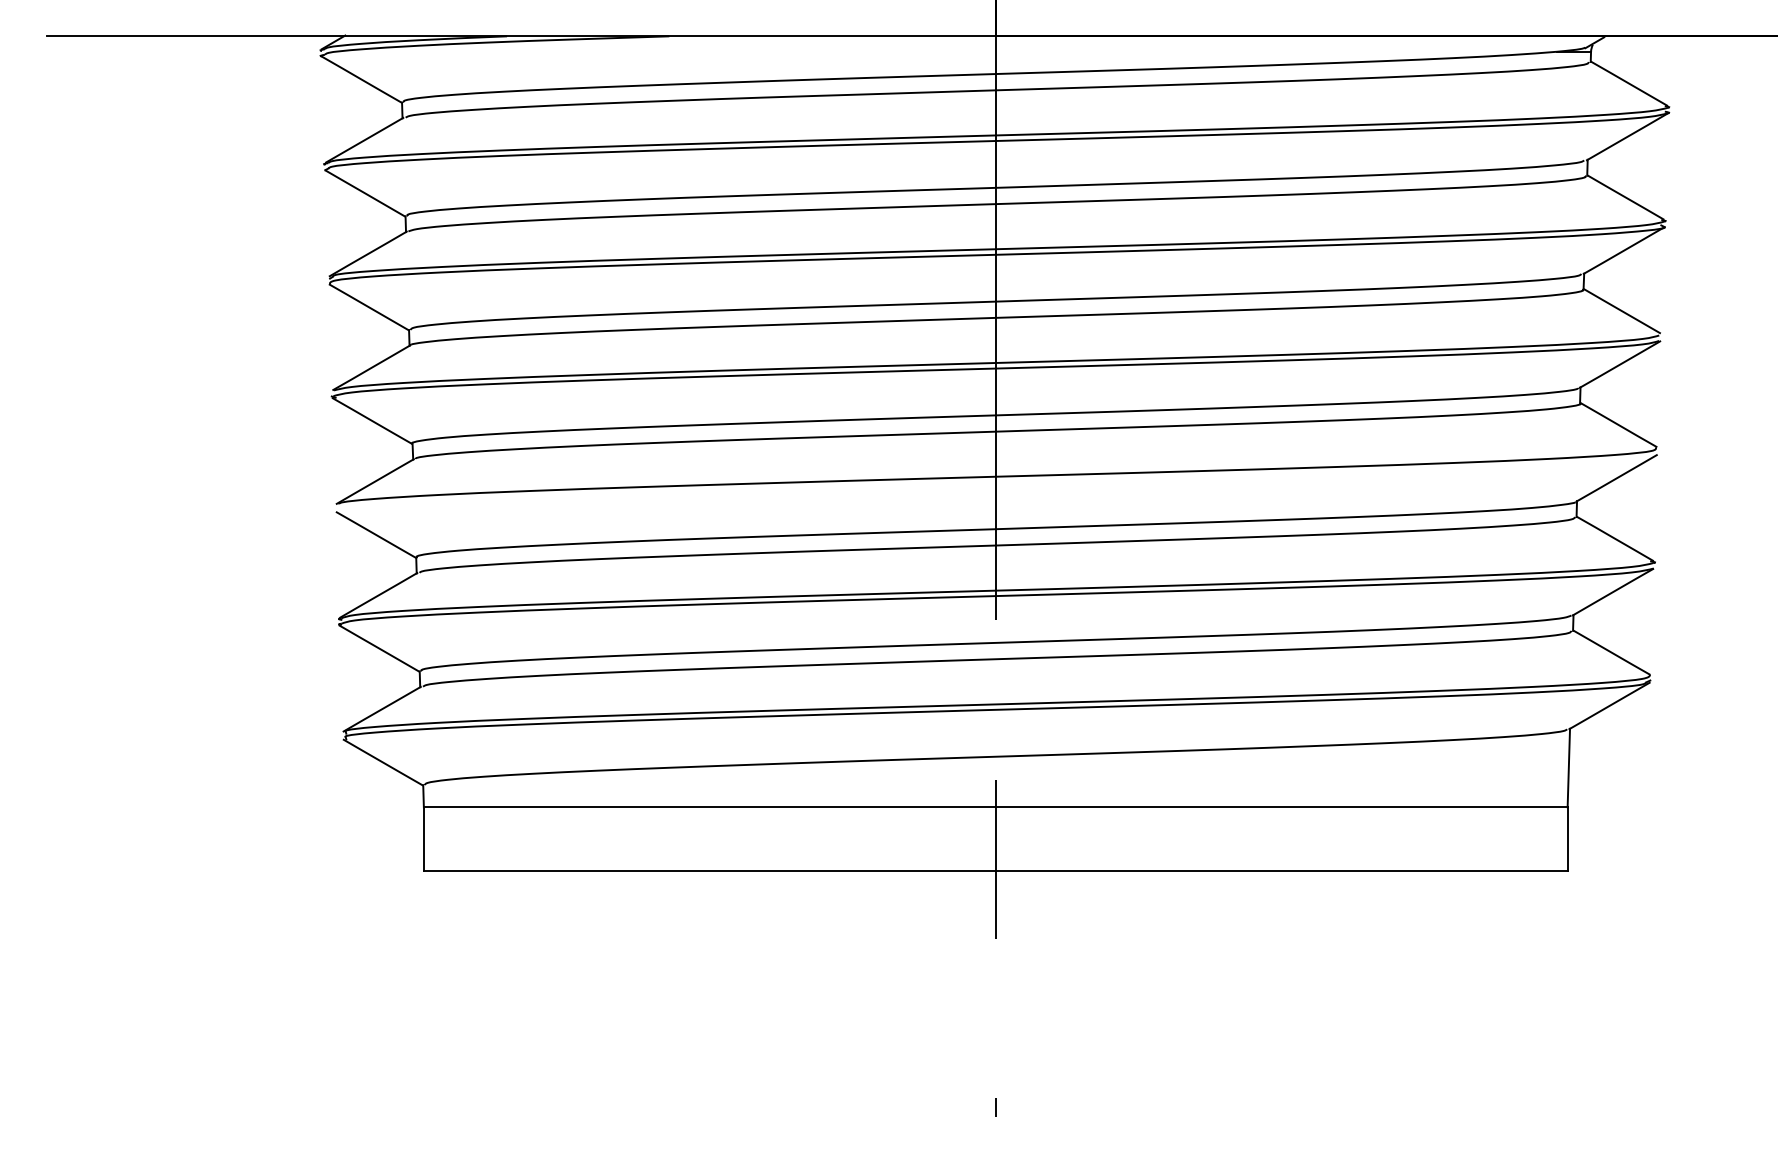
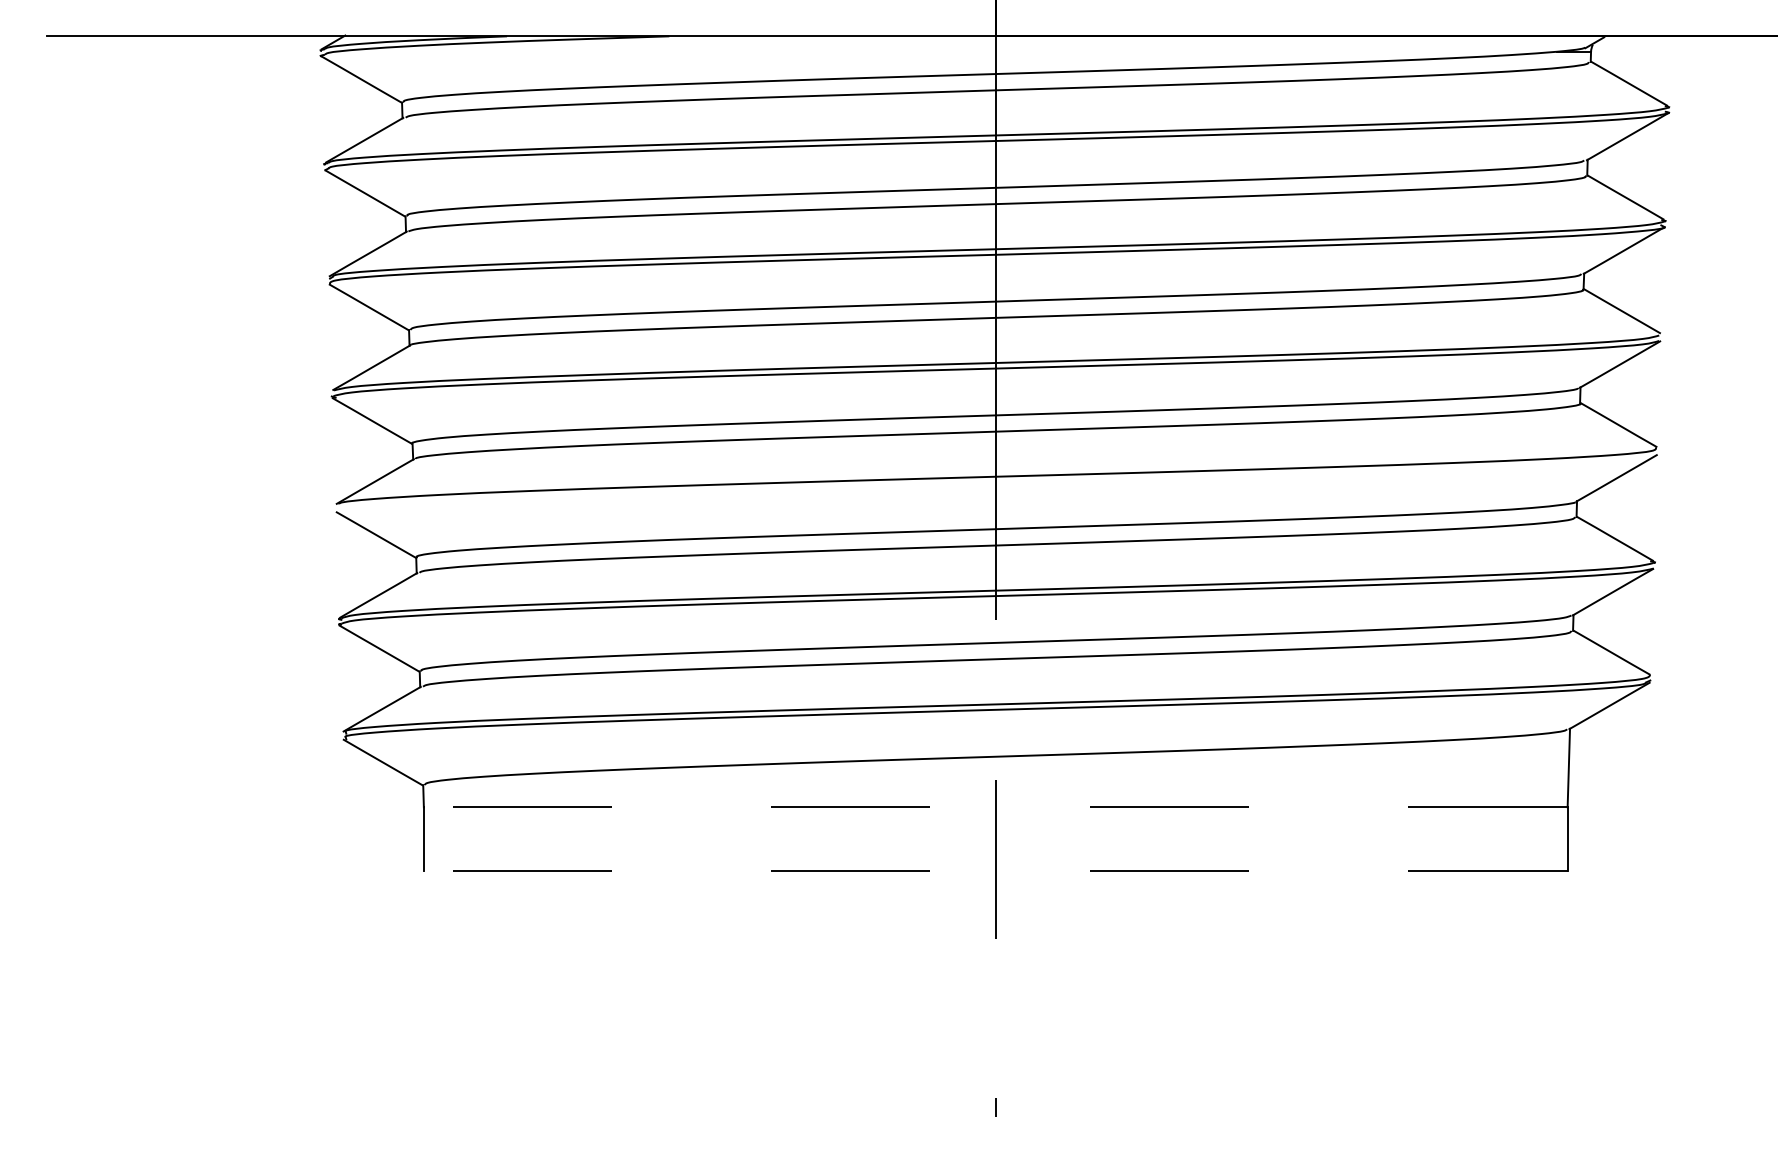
line at (995, 807): solid -> dashed
line at (995, 871): solid -> dashed
